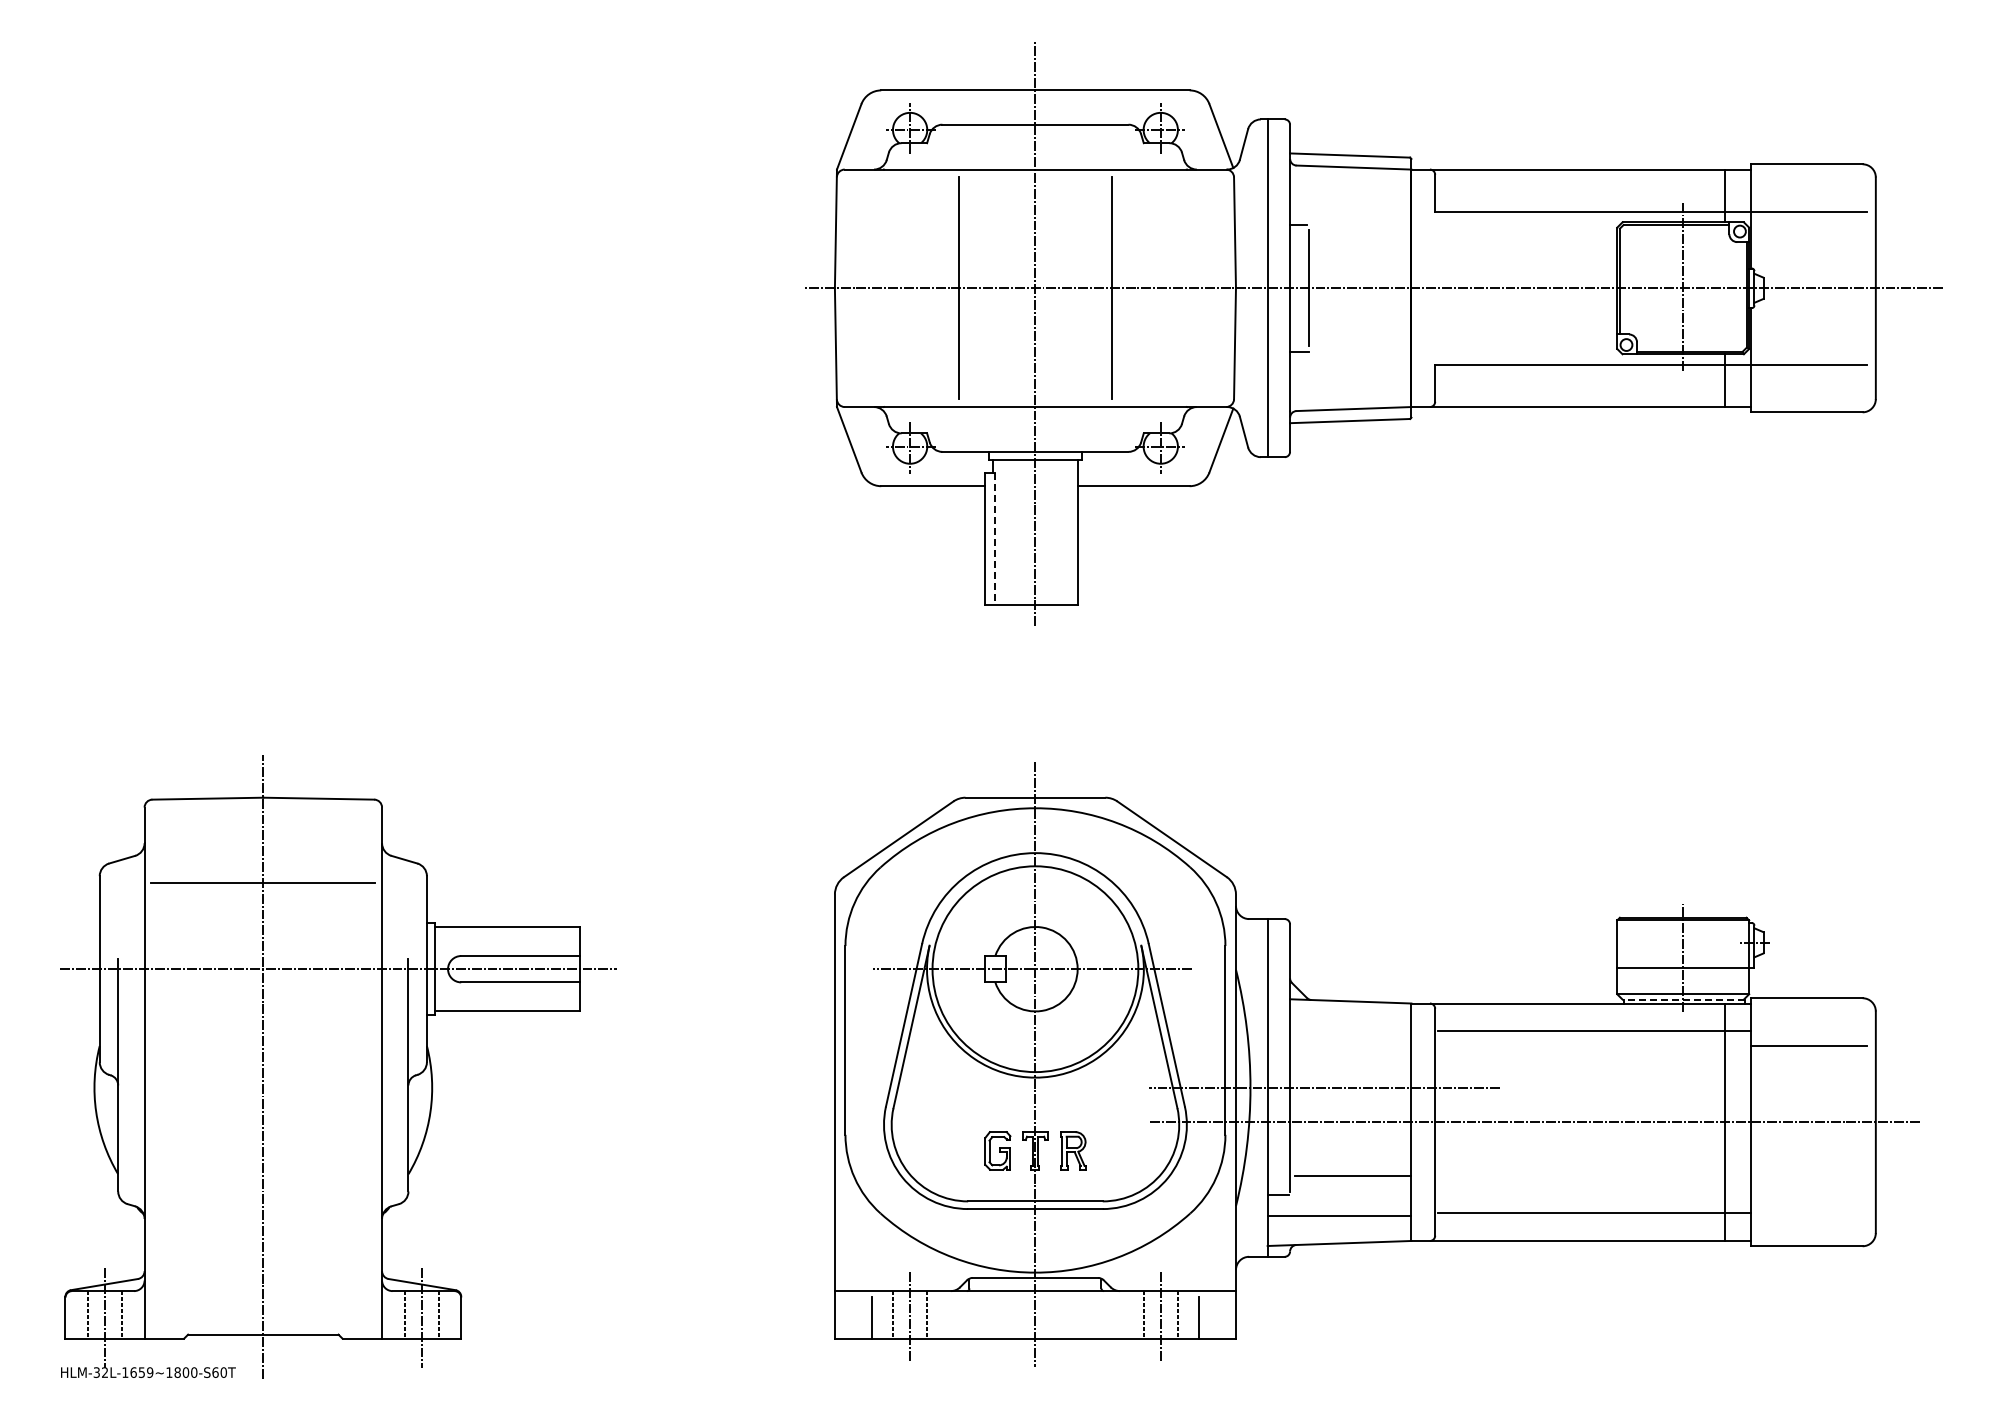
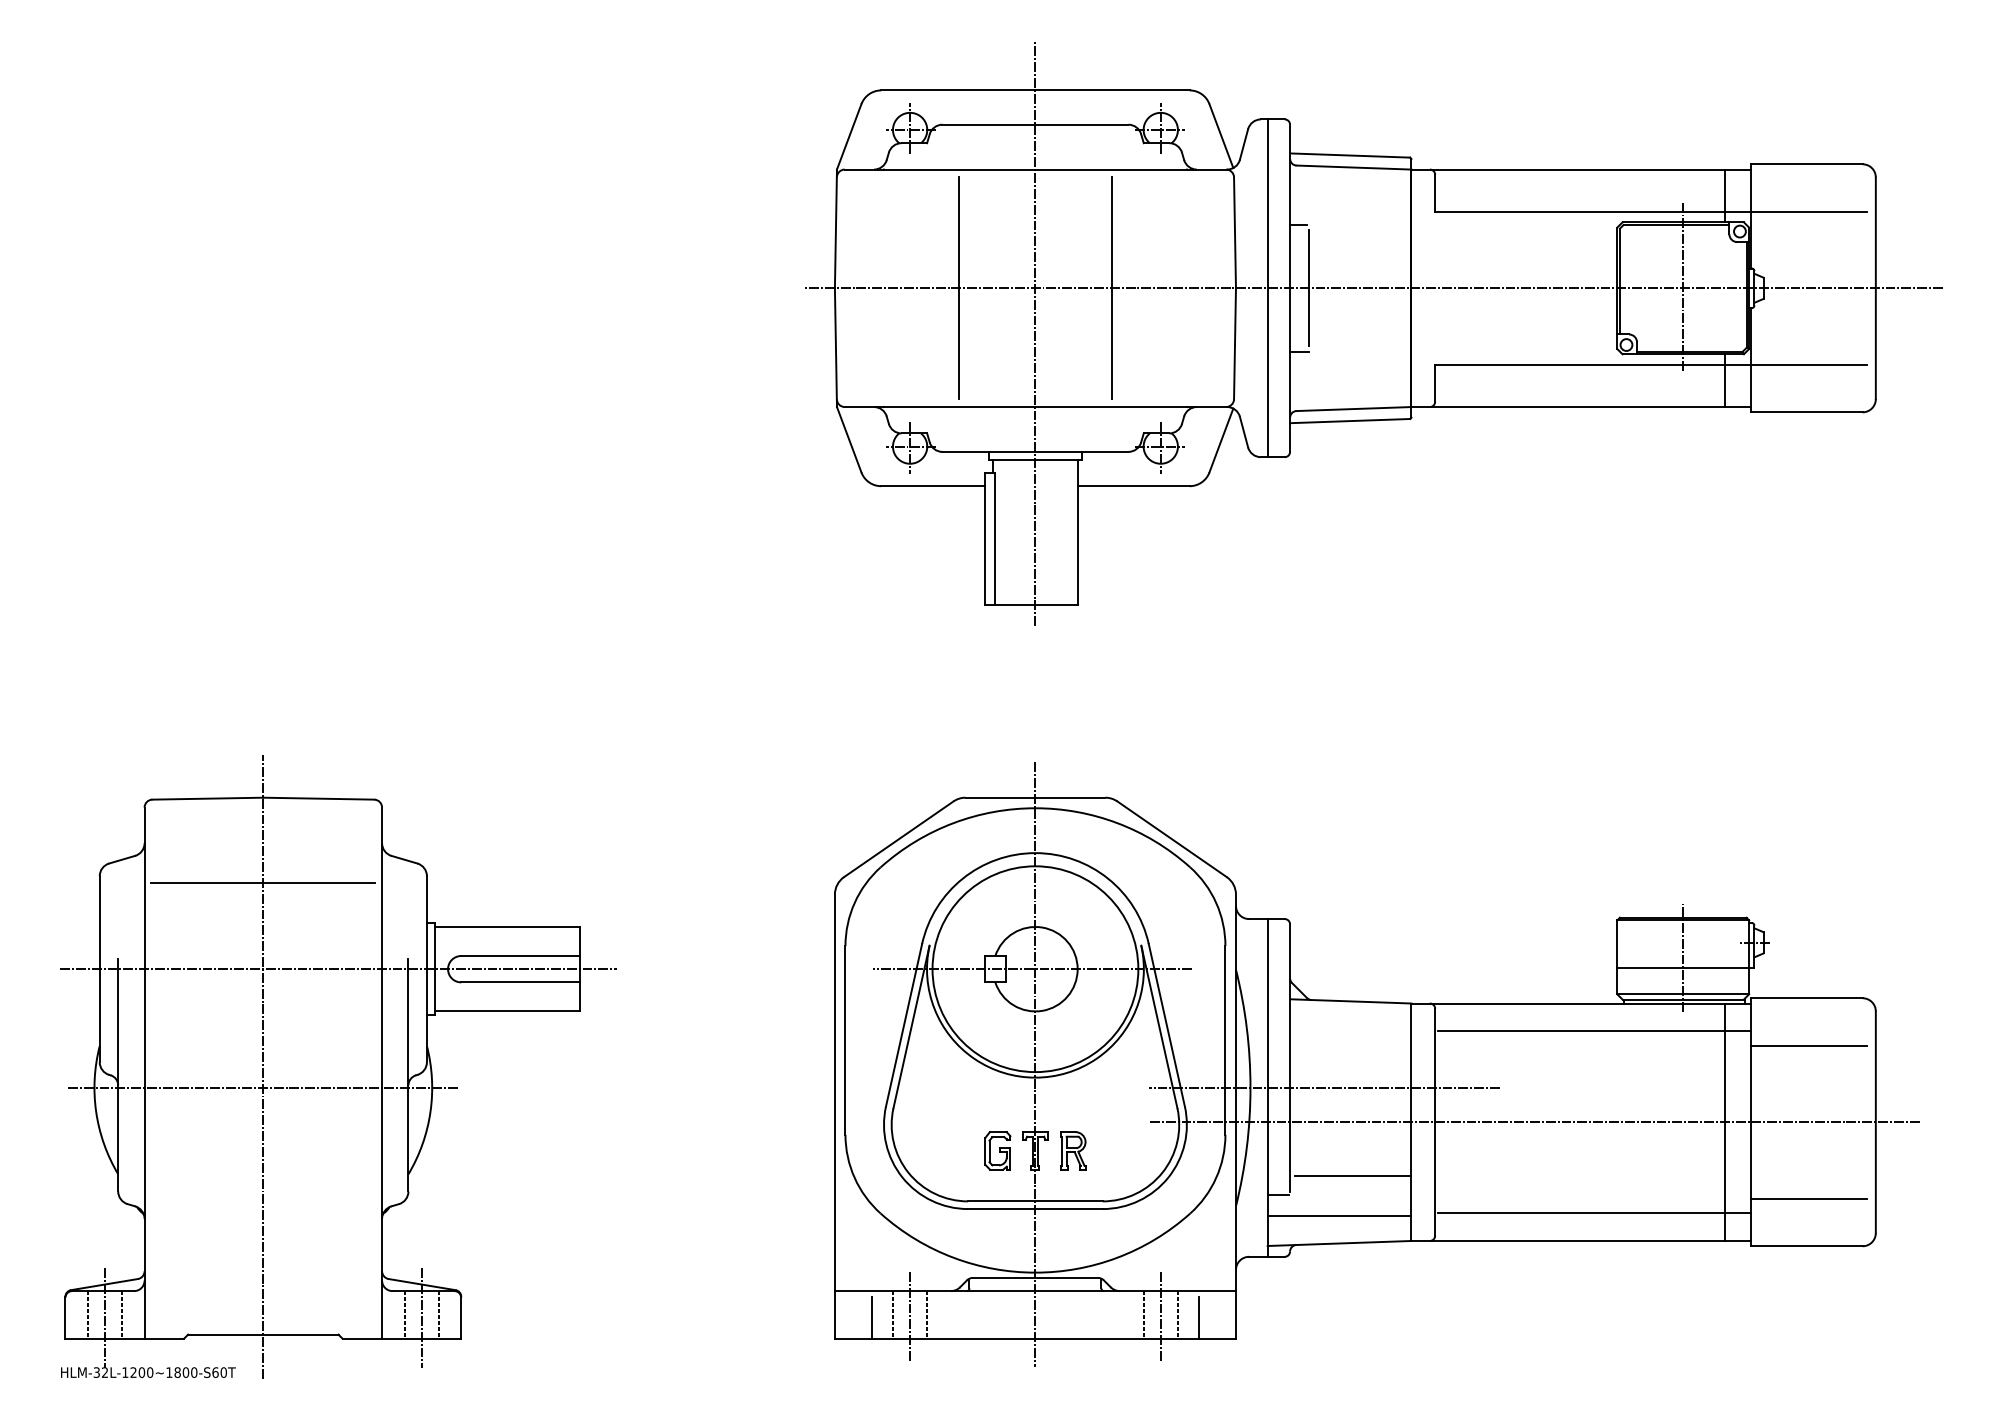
line at (995, 538): dashed -> solid
line at (1683, 999): dashed -> solid
line at (263, 1087): none -> present
line at (1808, 1198): none -> present
text at (141, 1372): HLM-32L-1659~1800-S60T -> HLM-32L-1200~1800-S60T
